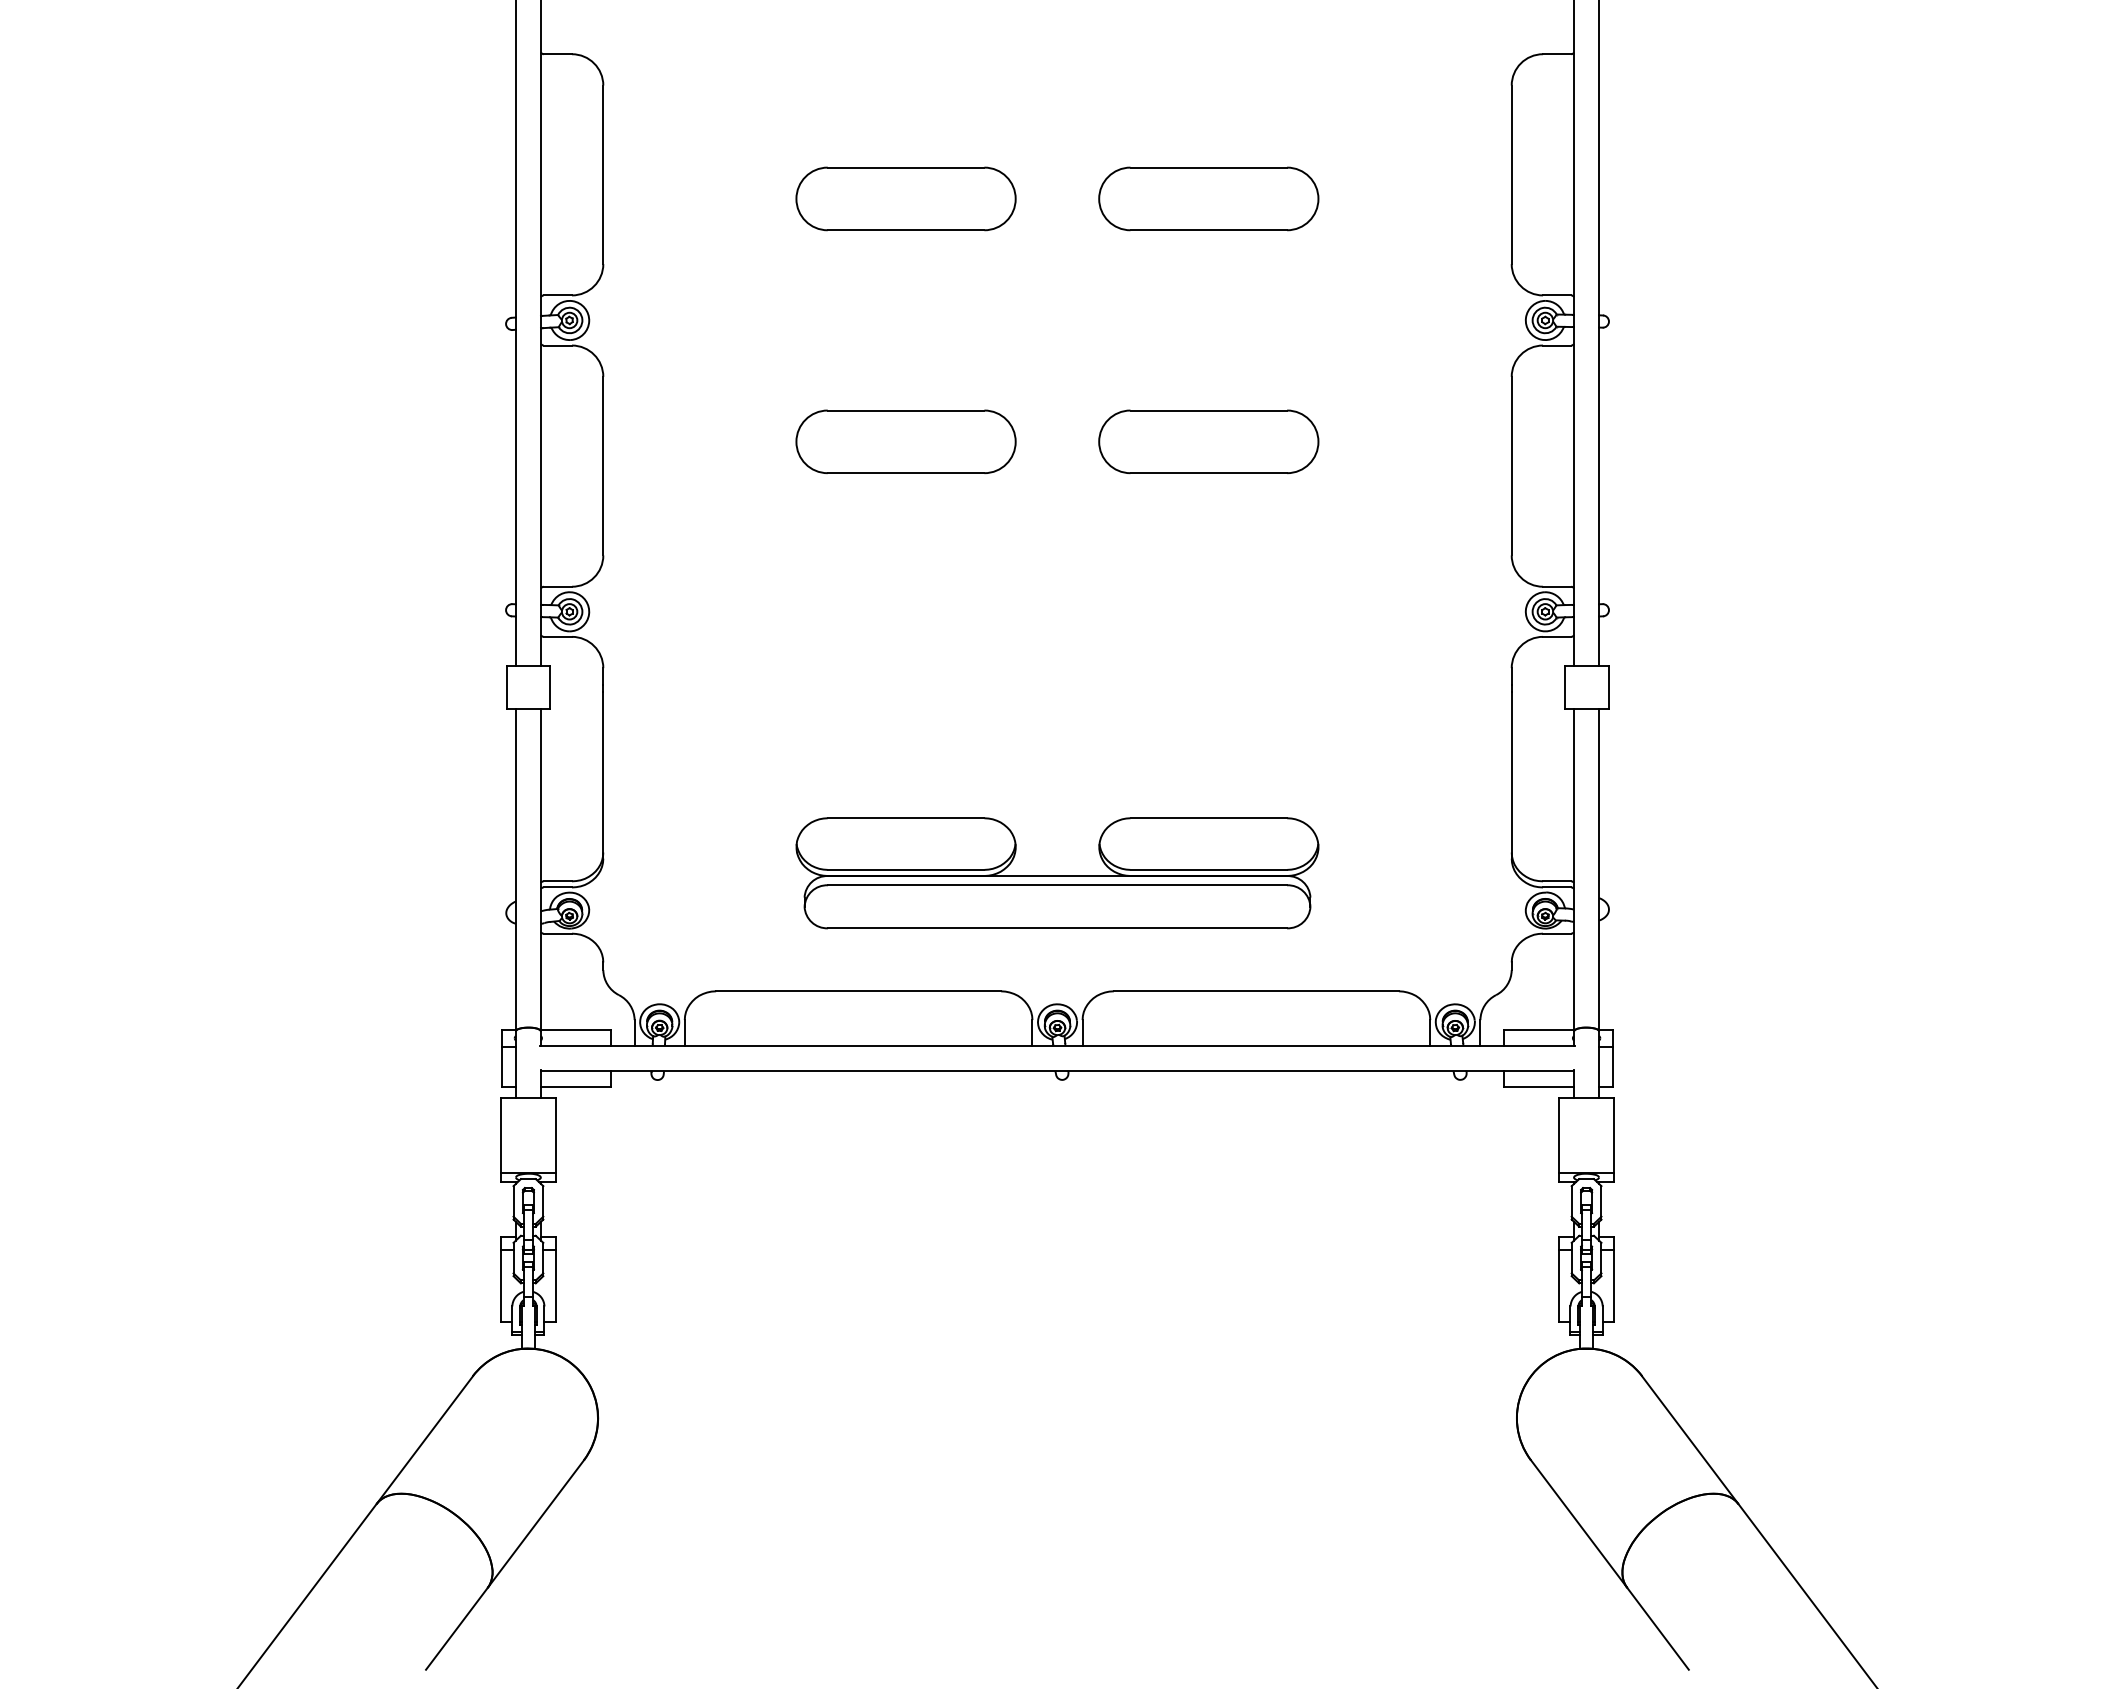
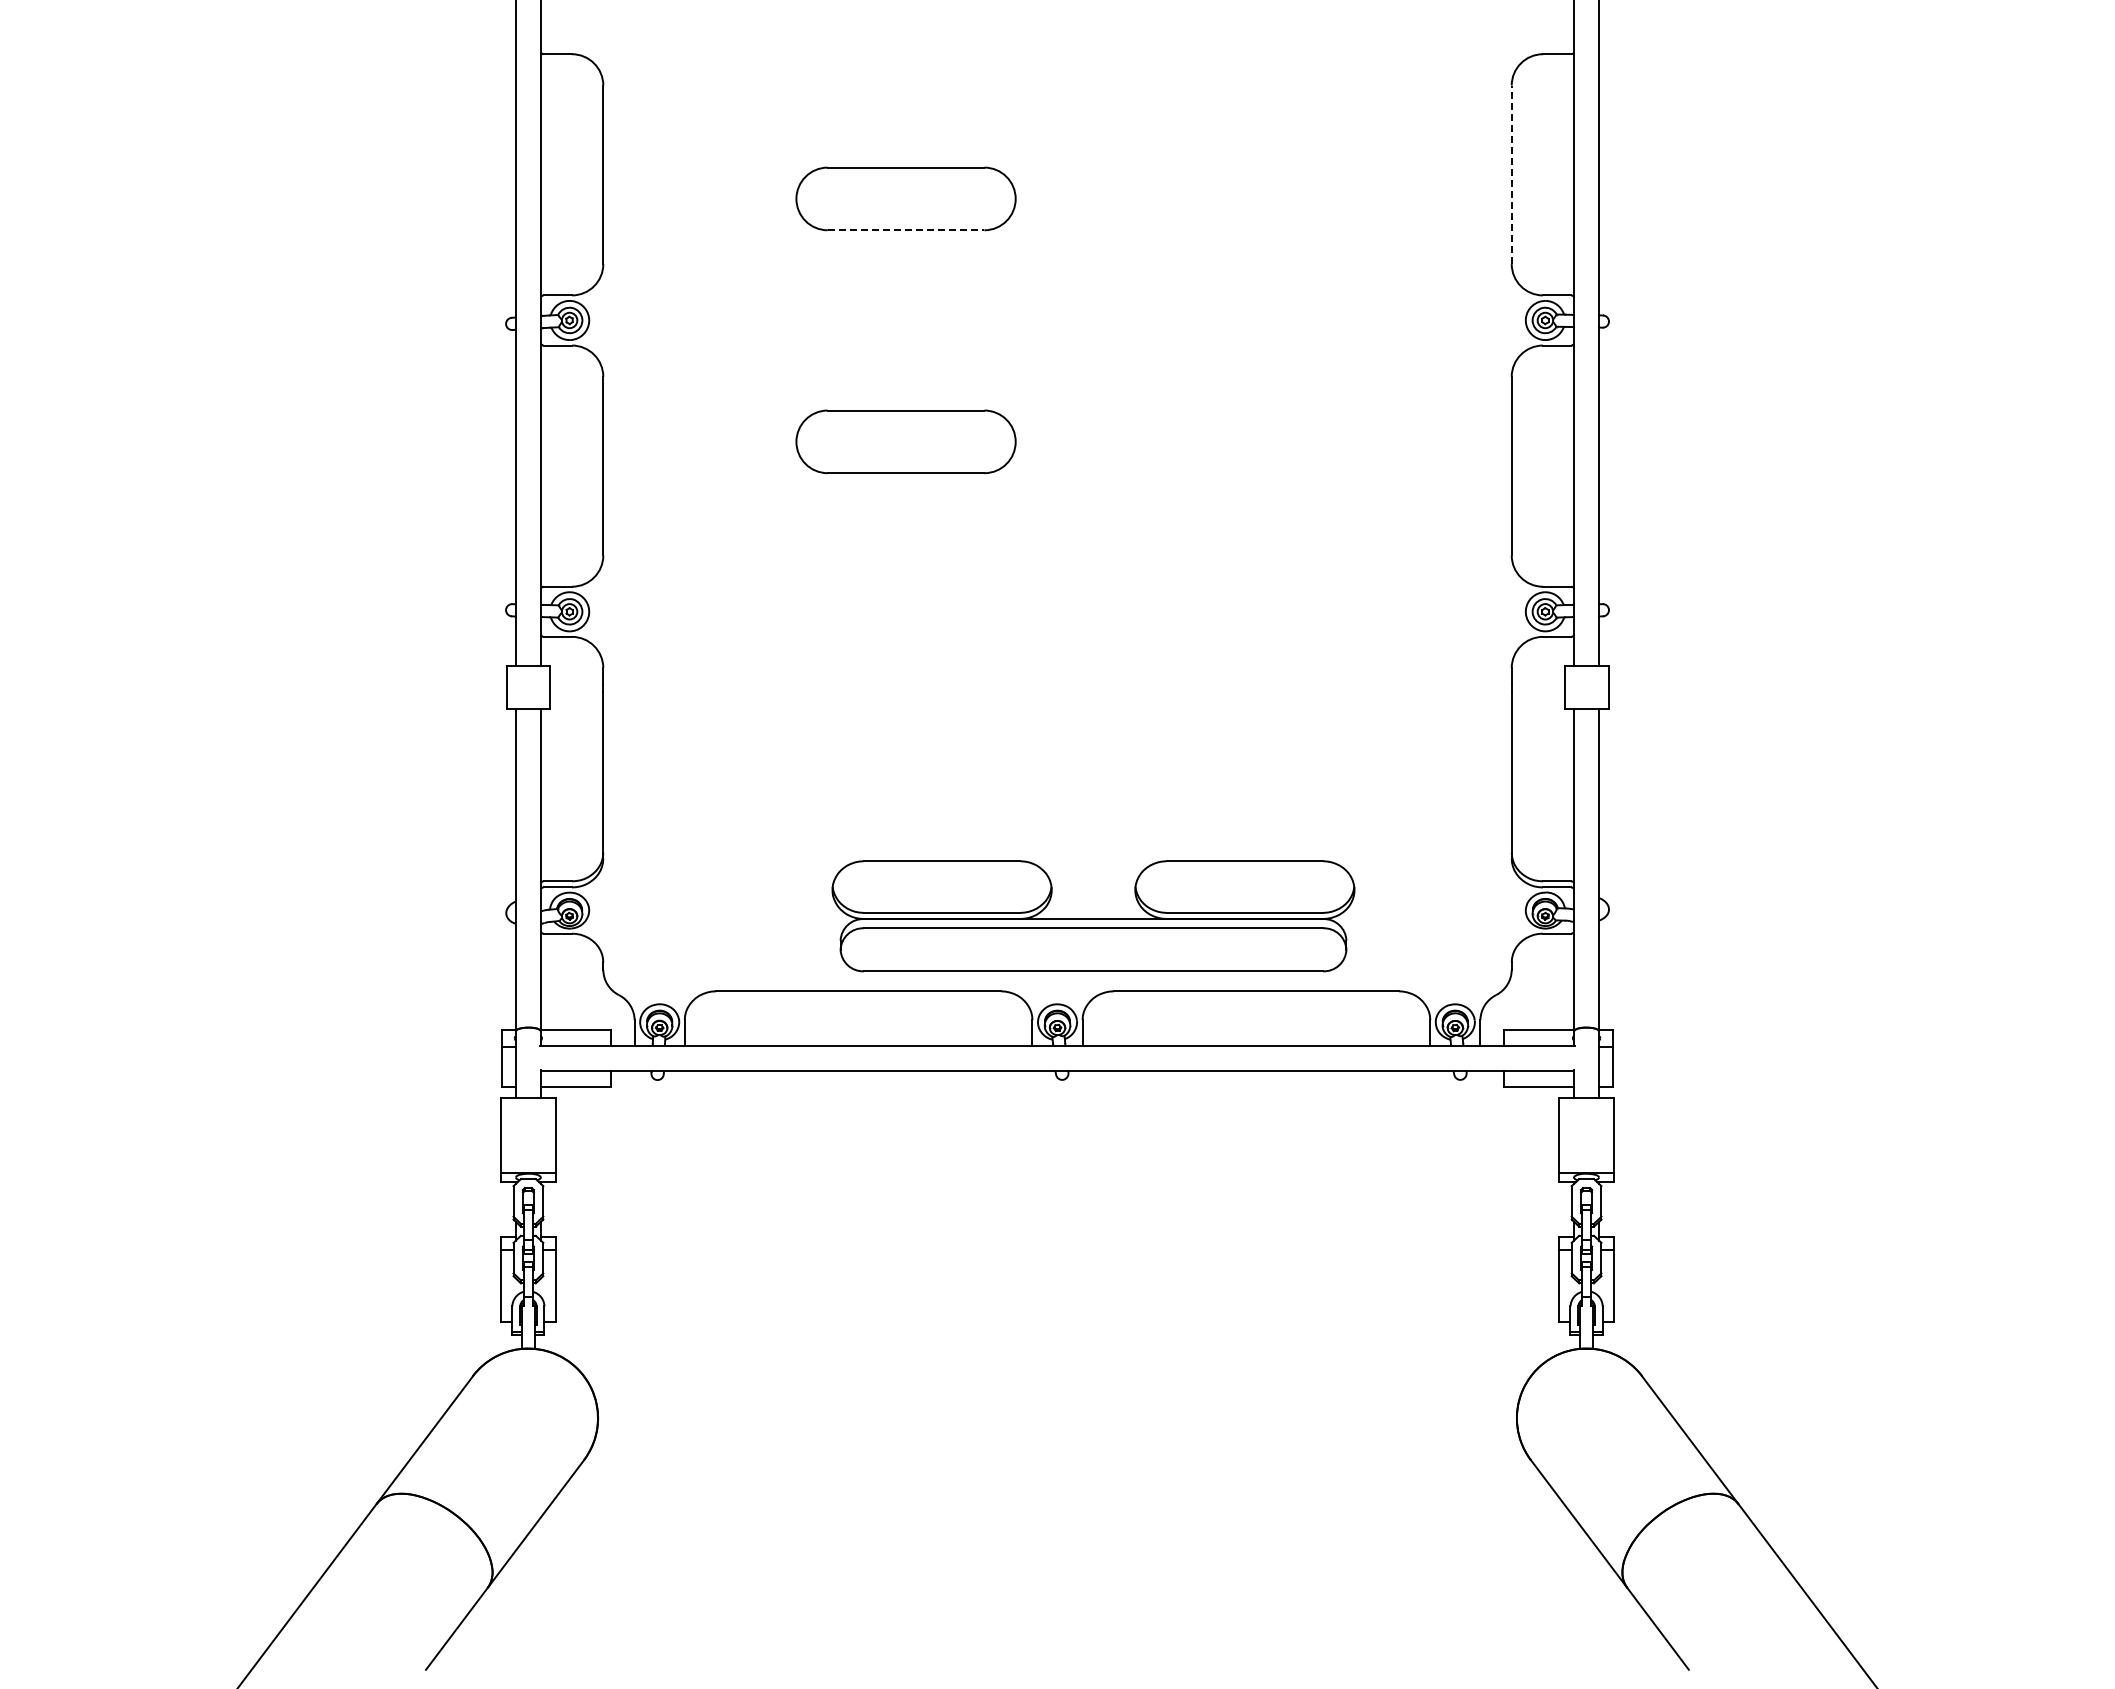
line at (1511, 174): solid -> dashed
part at (1208, 198): present -> none
line at (906, 230): solid -> dashed
part at (1208, 441): present -> none
part at (1057, 873) position: (1057, 873) -> (1093, 916)
